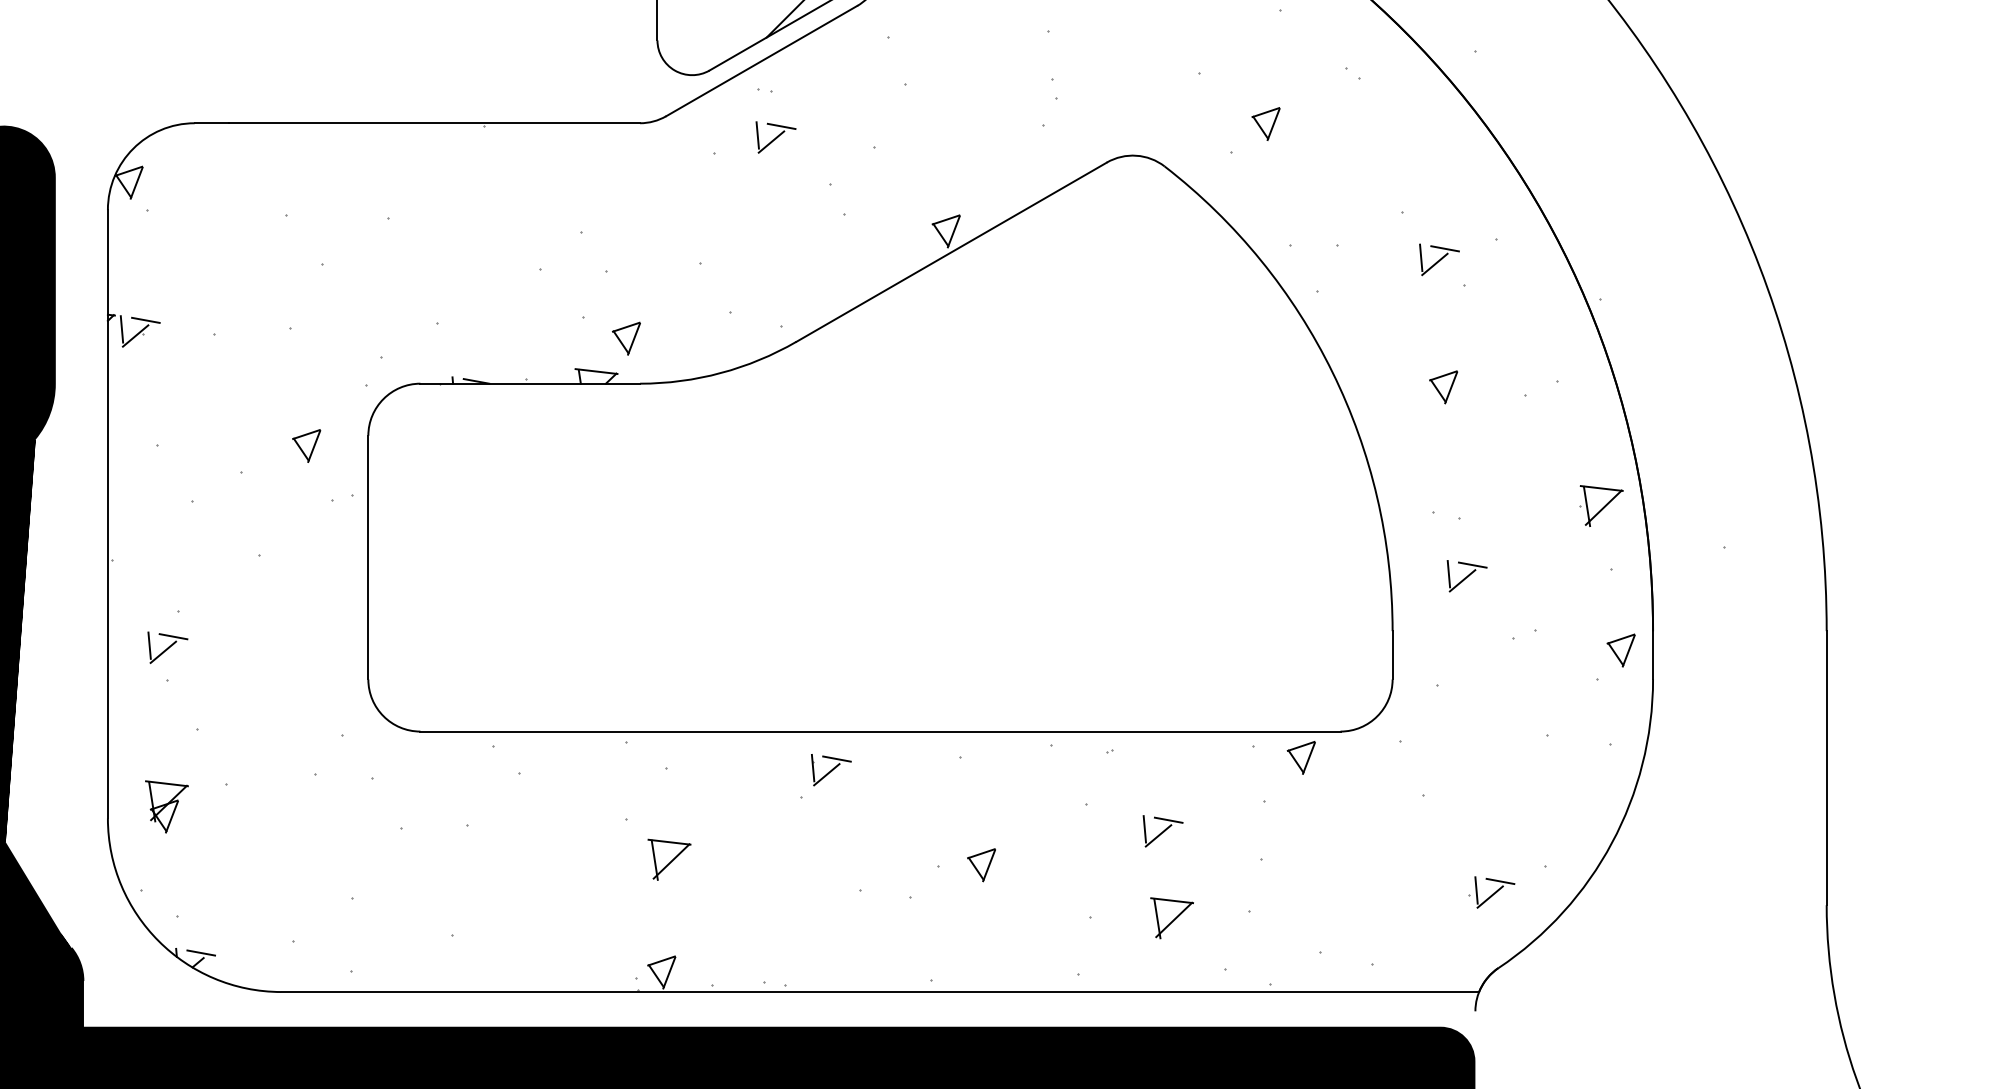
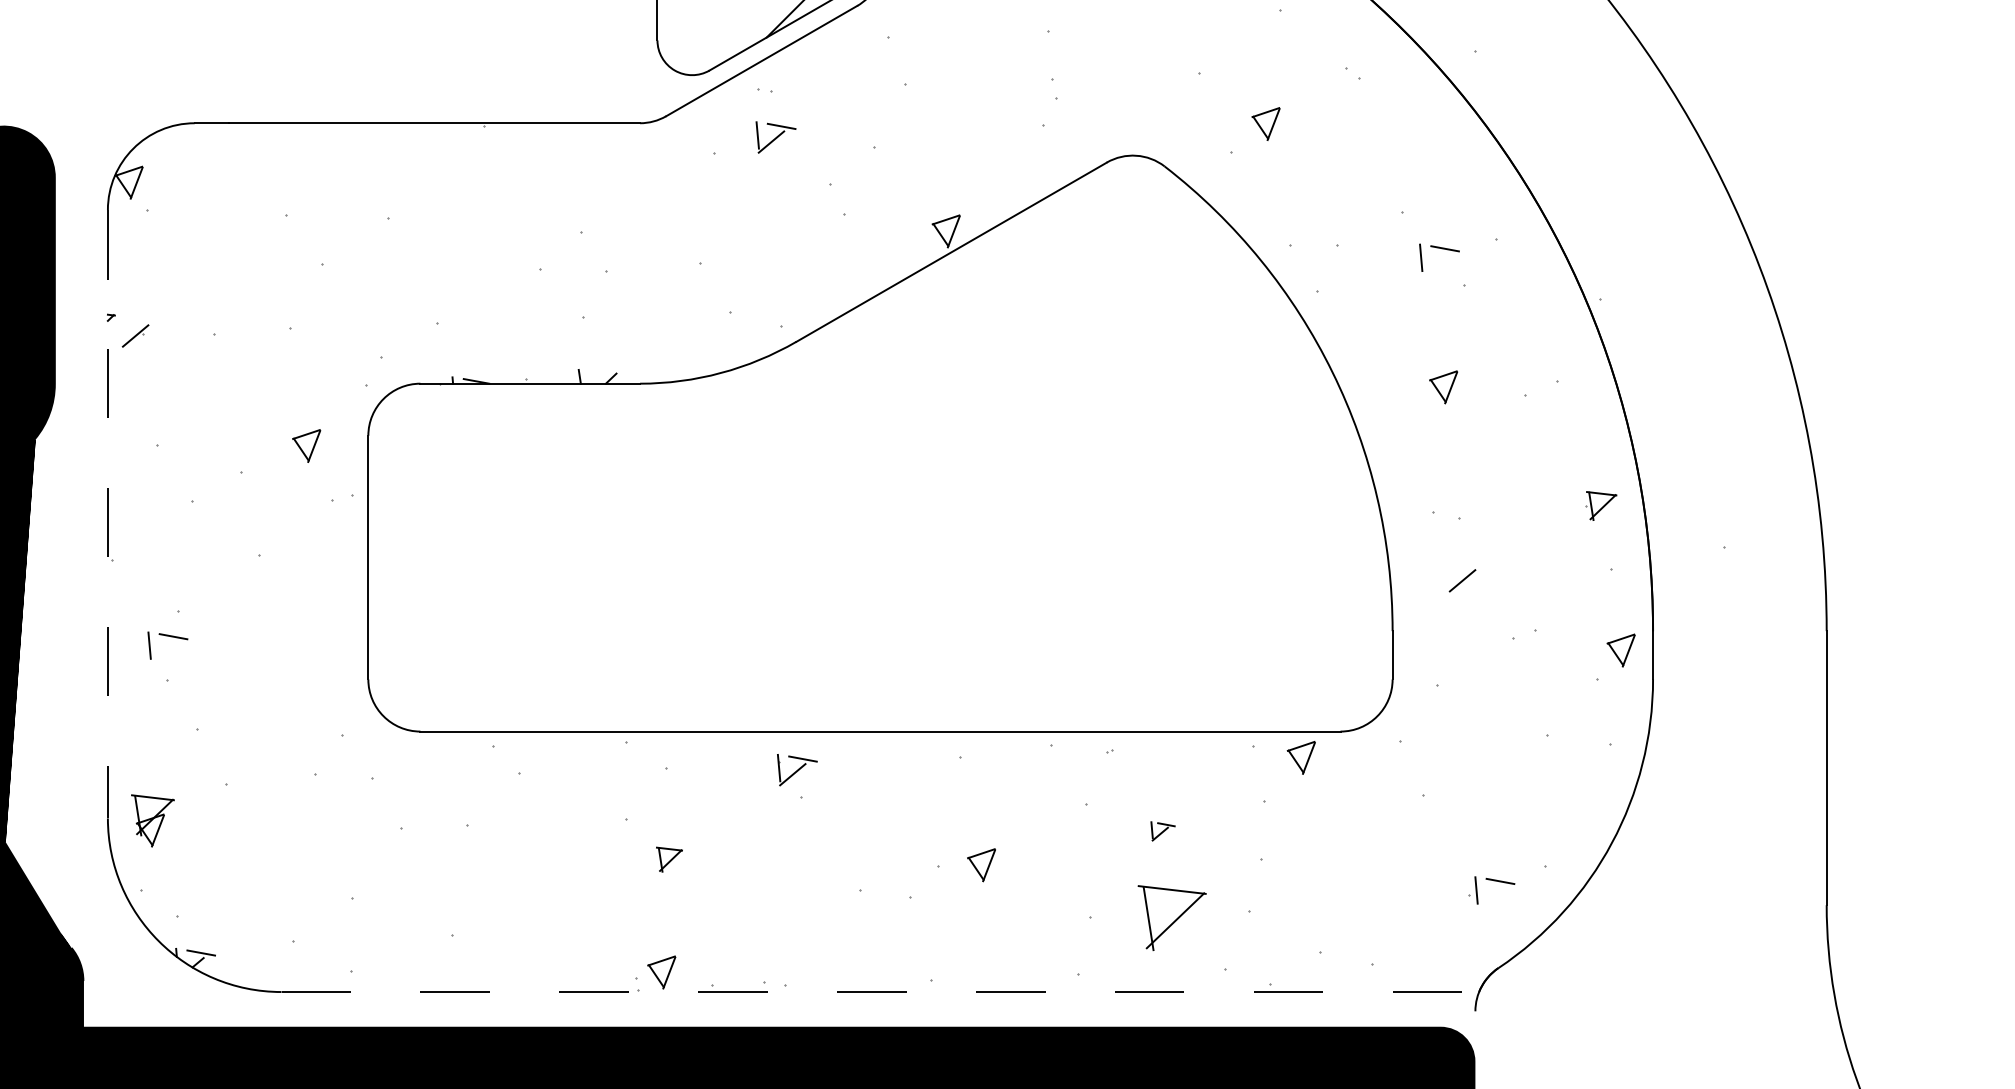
line at (1434, 264): present -> none
line at (145, 319): present -> none
line at (121, 329): present -> none
part at (626, 338): present -> none
line at (596, 371): present -> none
part at (1601, 505) size: 45x42 px -> 33x30 px
line at (107, 514): solid -> dashed
line at (1472, 564): present -> none
line at (1448, 574): present -> none
line at (163, 651): present -> none
part at (831, 770) position: (831, 770) -> (797, 770)
part at (166, 806) position: (166, 806) -> (152, 820)
part at (1162, 831) size: 42x33 px -> 26x21 px
part at (669, 859) size: 45x43 px -> 27x27 px
line at (1489, 896): present -> none
part at (1171, 918) size: 44x43 px -> 70x66 px
line at (880, 992): solid -> dashed
